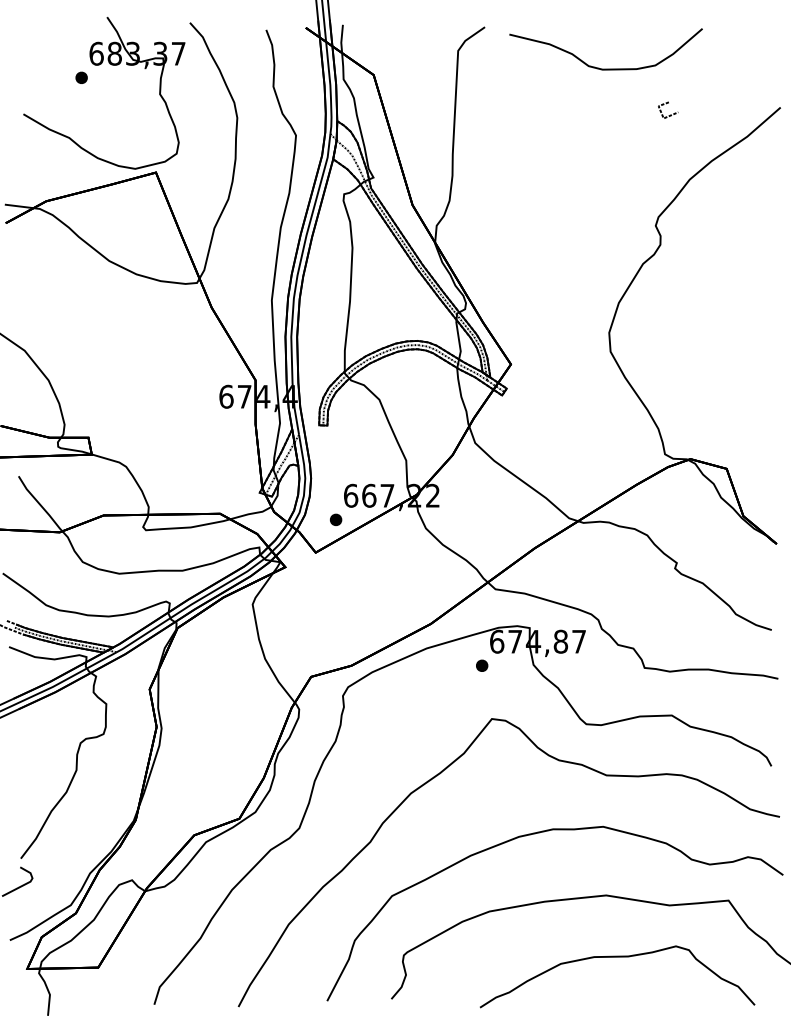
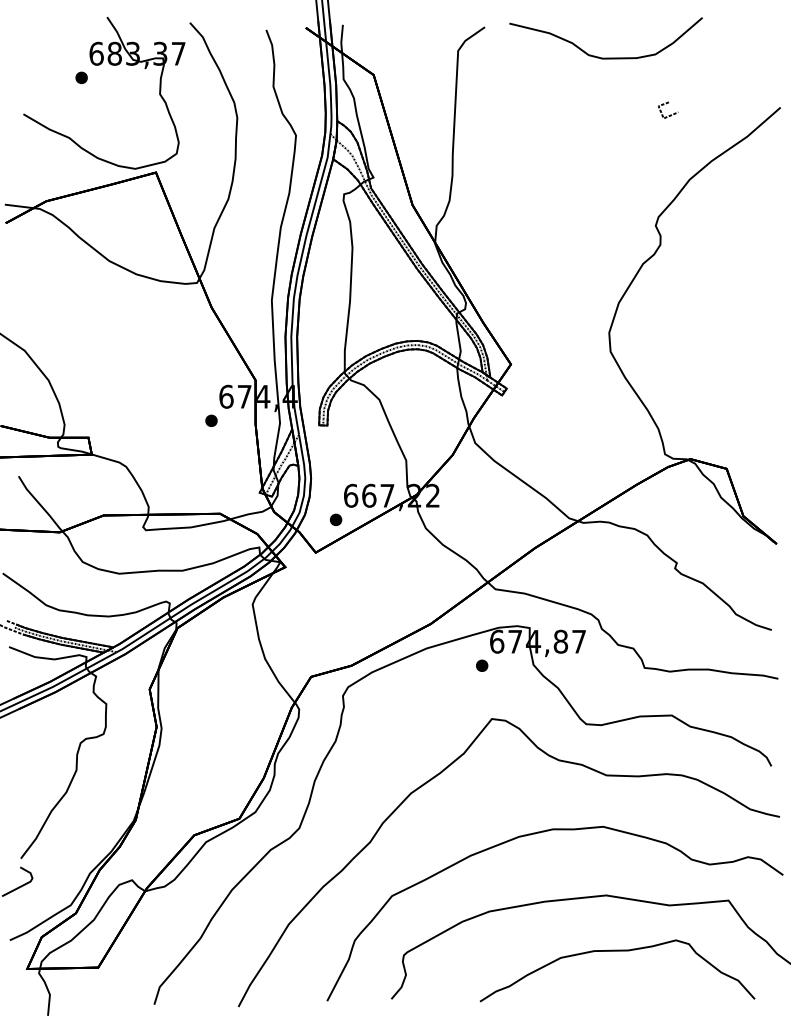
curve at (599, 67) position: (599, 67) -> (599, 56)
part at (211, 420): none -> present
curve at (617, 957) position: (617, 957) -> (617, 951)
